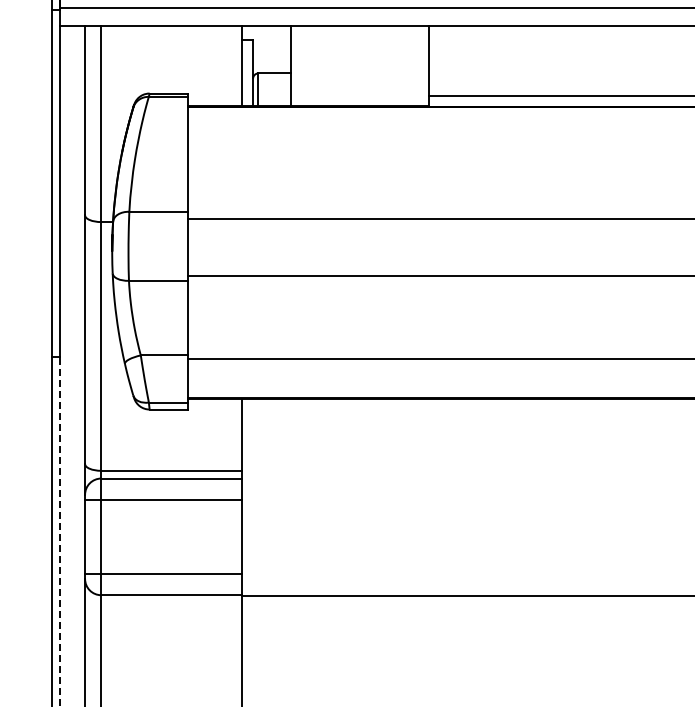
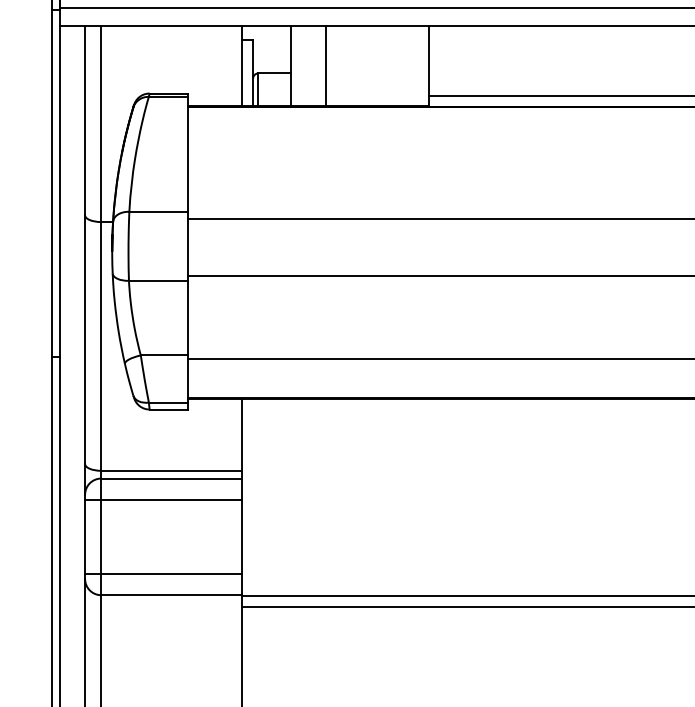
line at (326, 65): none -> present
line at (60, 531): dashed -> solid
line at (466, 606): none -> present
